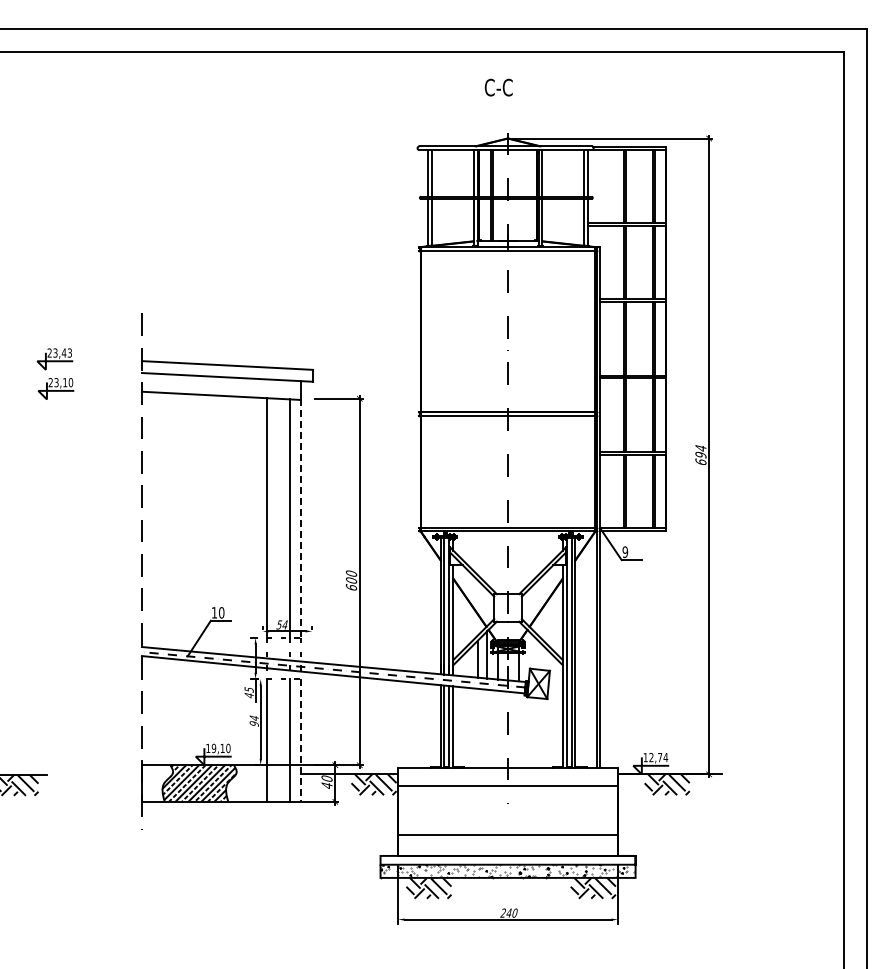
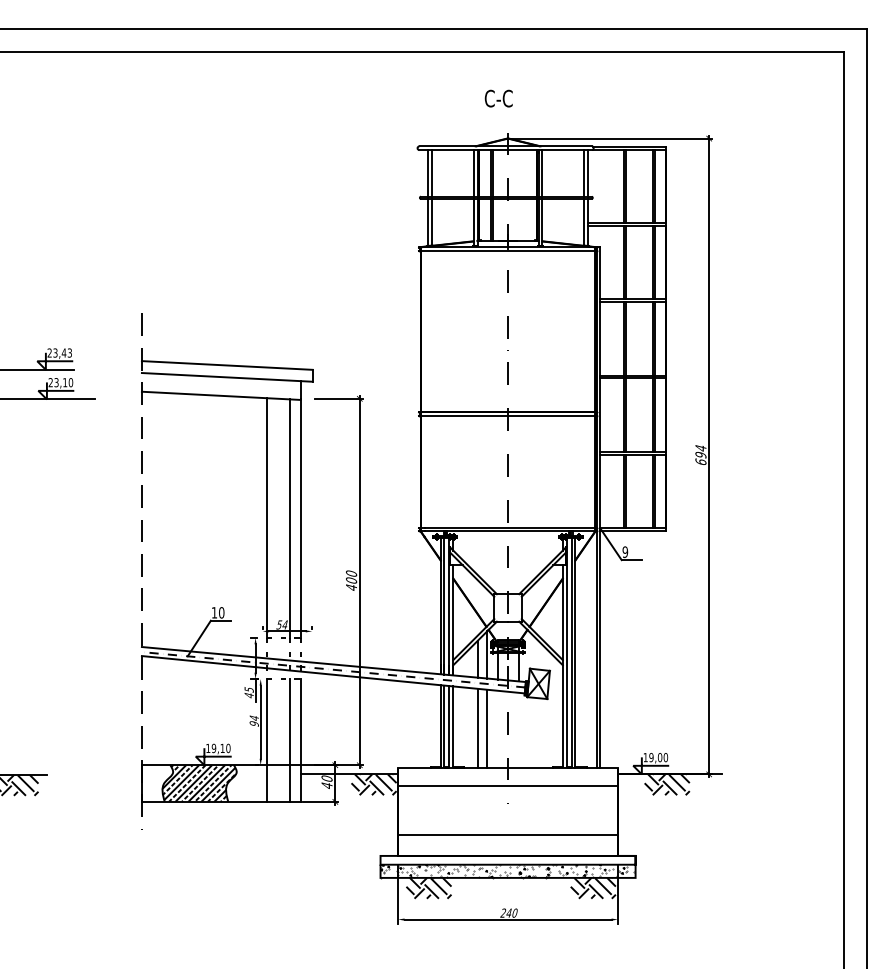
text at (498, 87) position: (498, 87) -> (498, 98)
line at (37, 369): none -> present
line at (48, 399): none -> present
line at (300, 518): dashed -> solid
text at (351, 586): 600 -> 400
line at (478, 727): none -> present
line at (487, 728): none -> present
line at (300, 741): dashed -> solid
text at (658, 757): 12,74 -> 19,00
